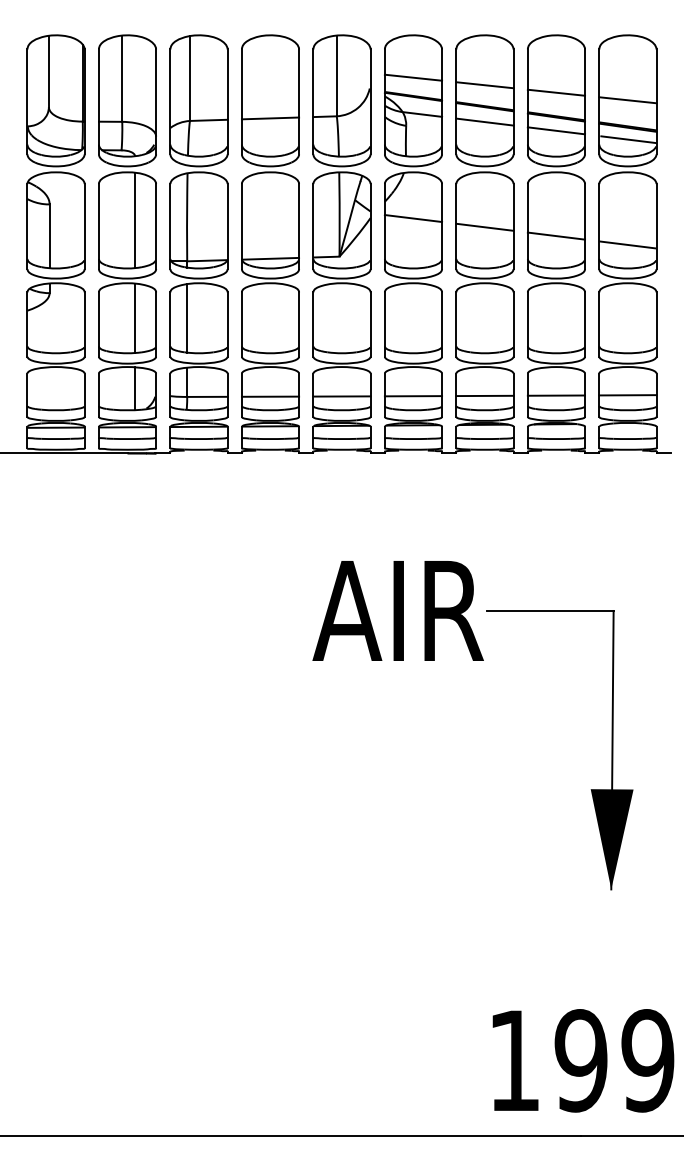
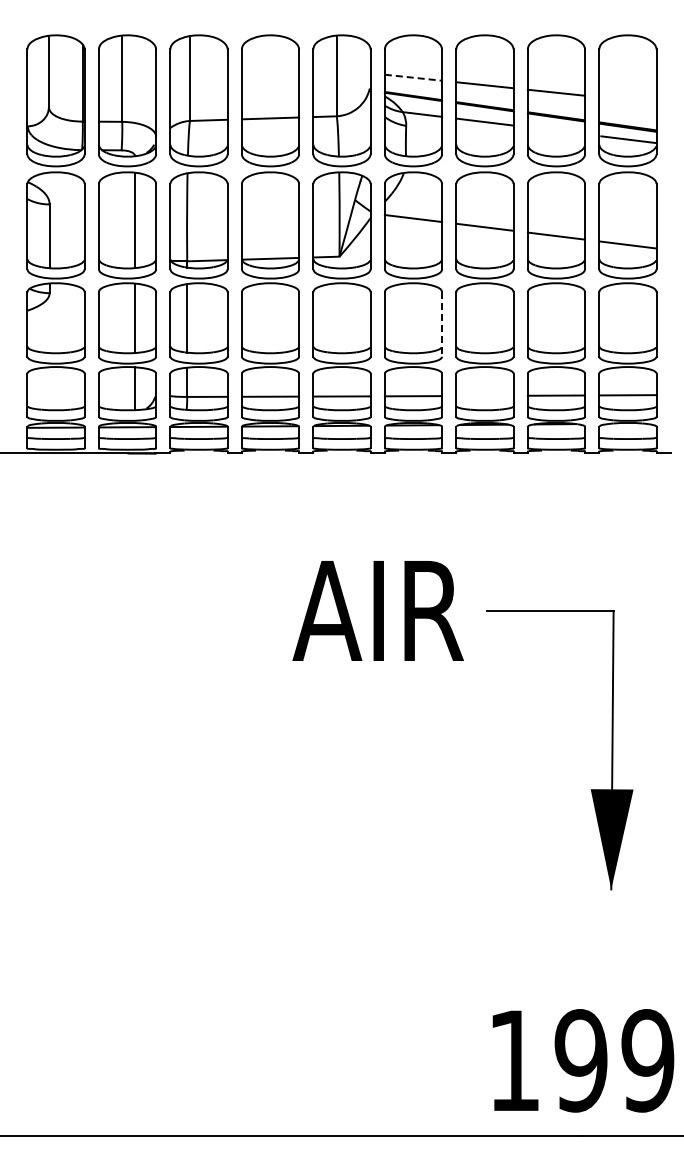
line at (413, 77): solid -> dashed
line at (627, 100): present -> none
line at (556, 130): present -> none
line at (442, 325): solid -> dashed
line at (484, 395): present -> none
text at (397, 610) position: (397, 610) -> (377, 610)
